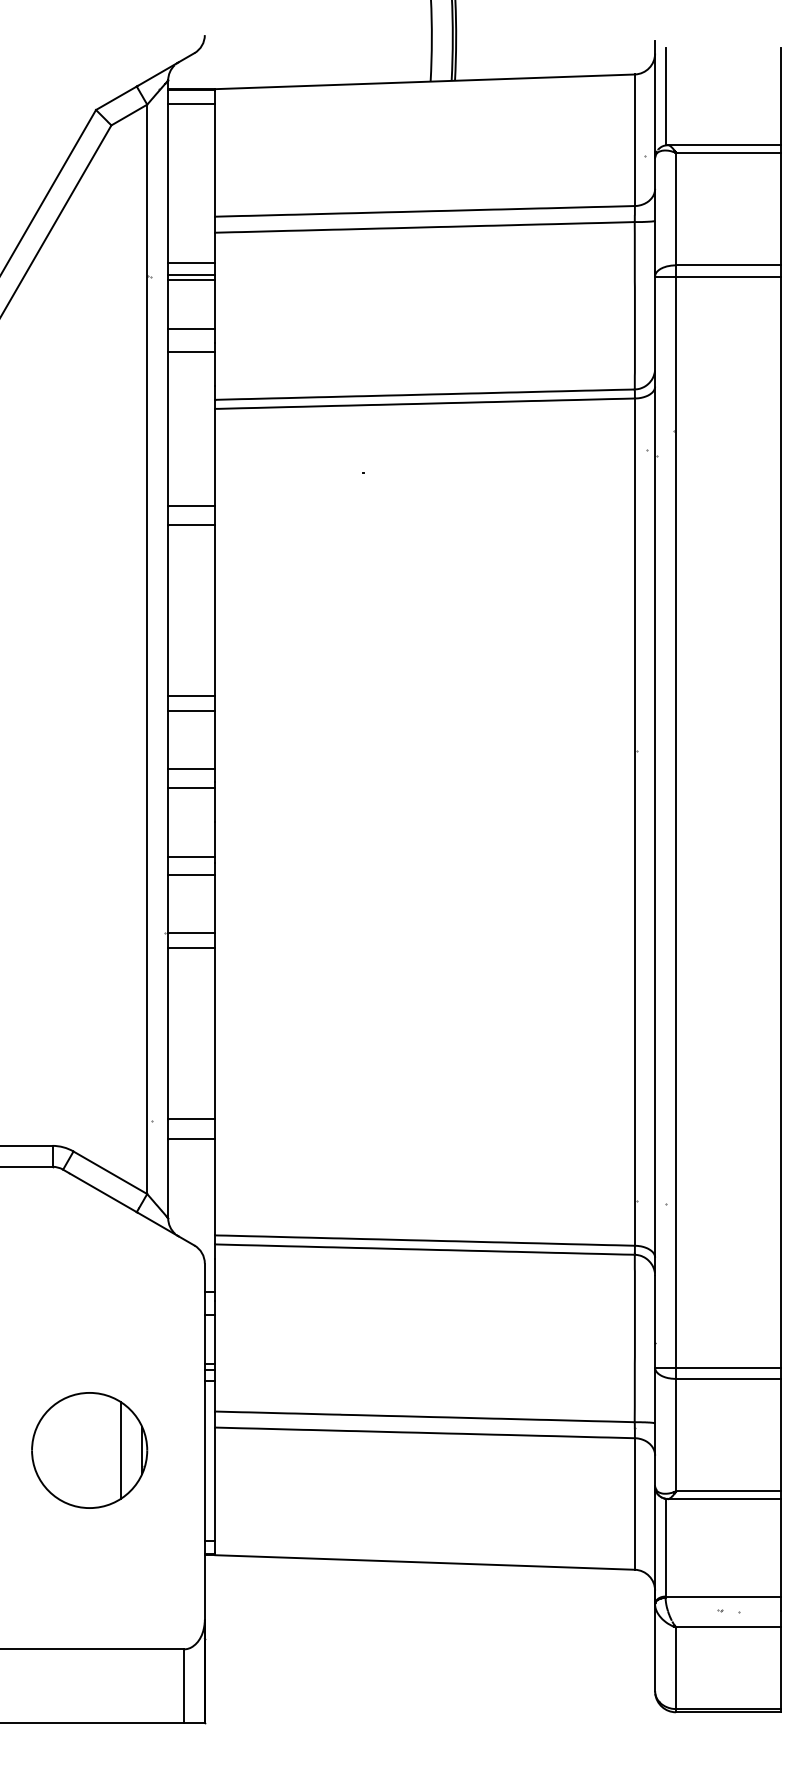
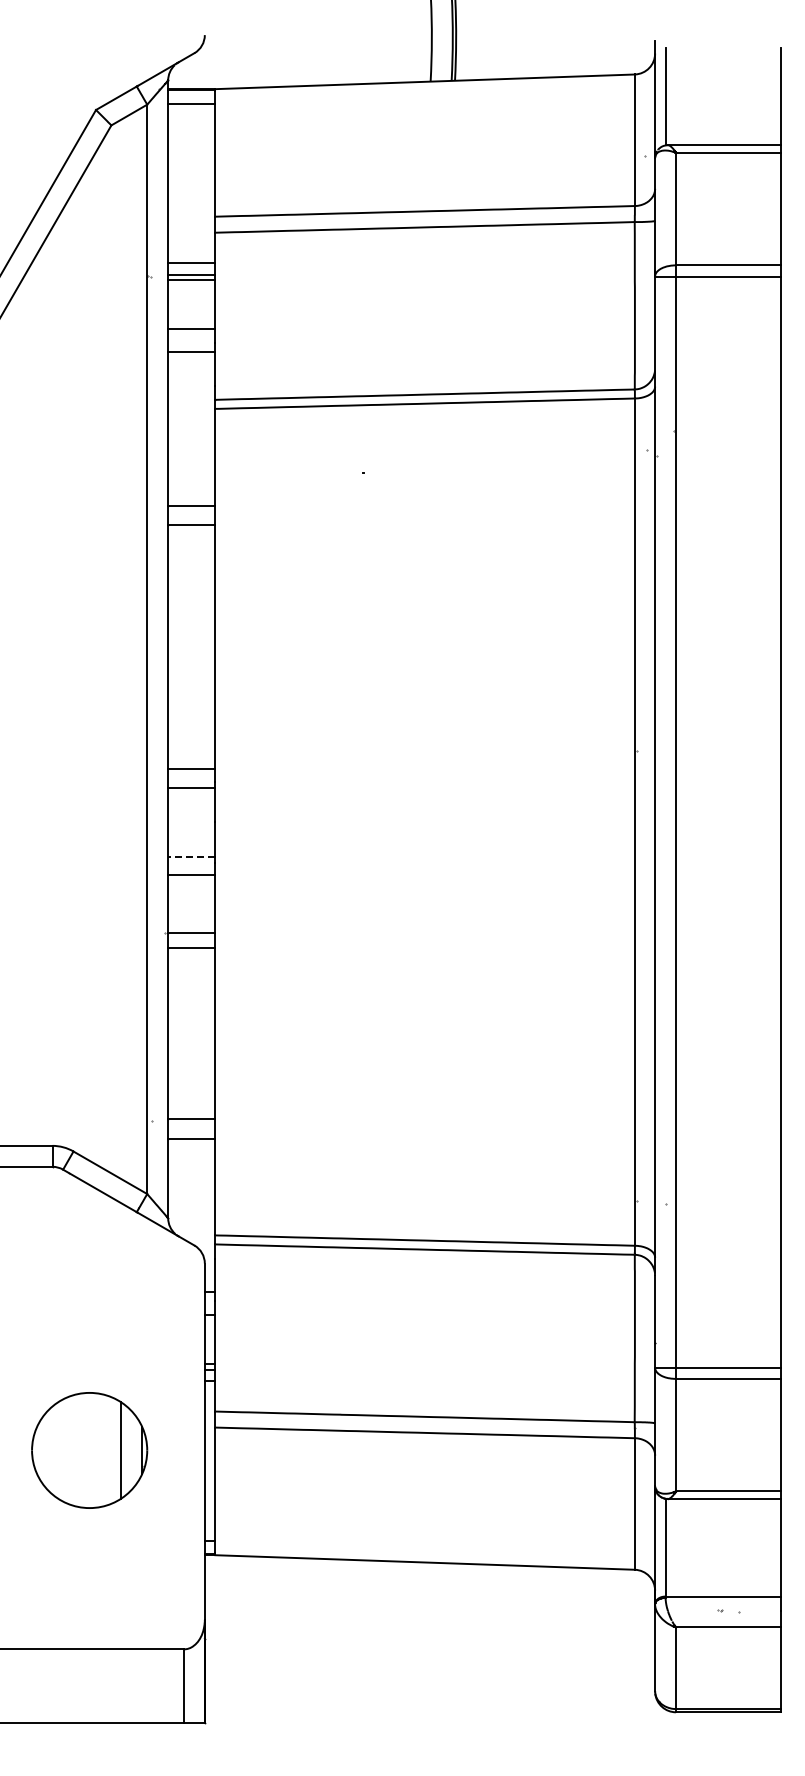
line at (191, 695): present -> none
line at (191, 710): present -> none
line at (191, 856): solid -> dashed
